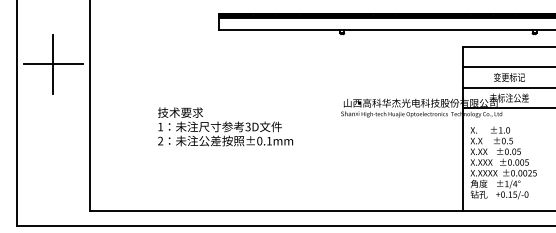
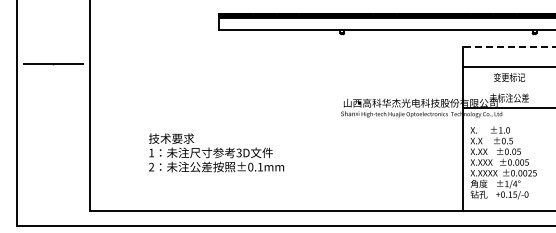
line at (508, 46): solid -> dashed
line at (53, 64): present -> none
line at (507, 87): present -> none
text at (225, 126) position: (225, 126) -> (216, 152)
